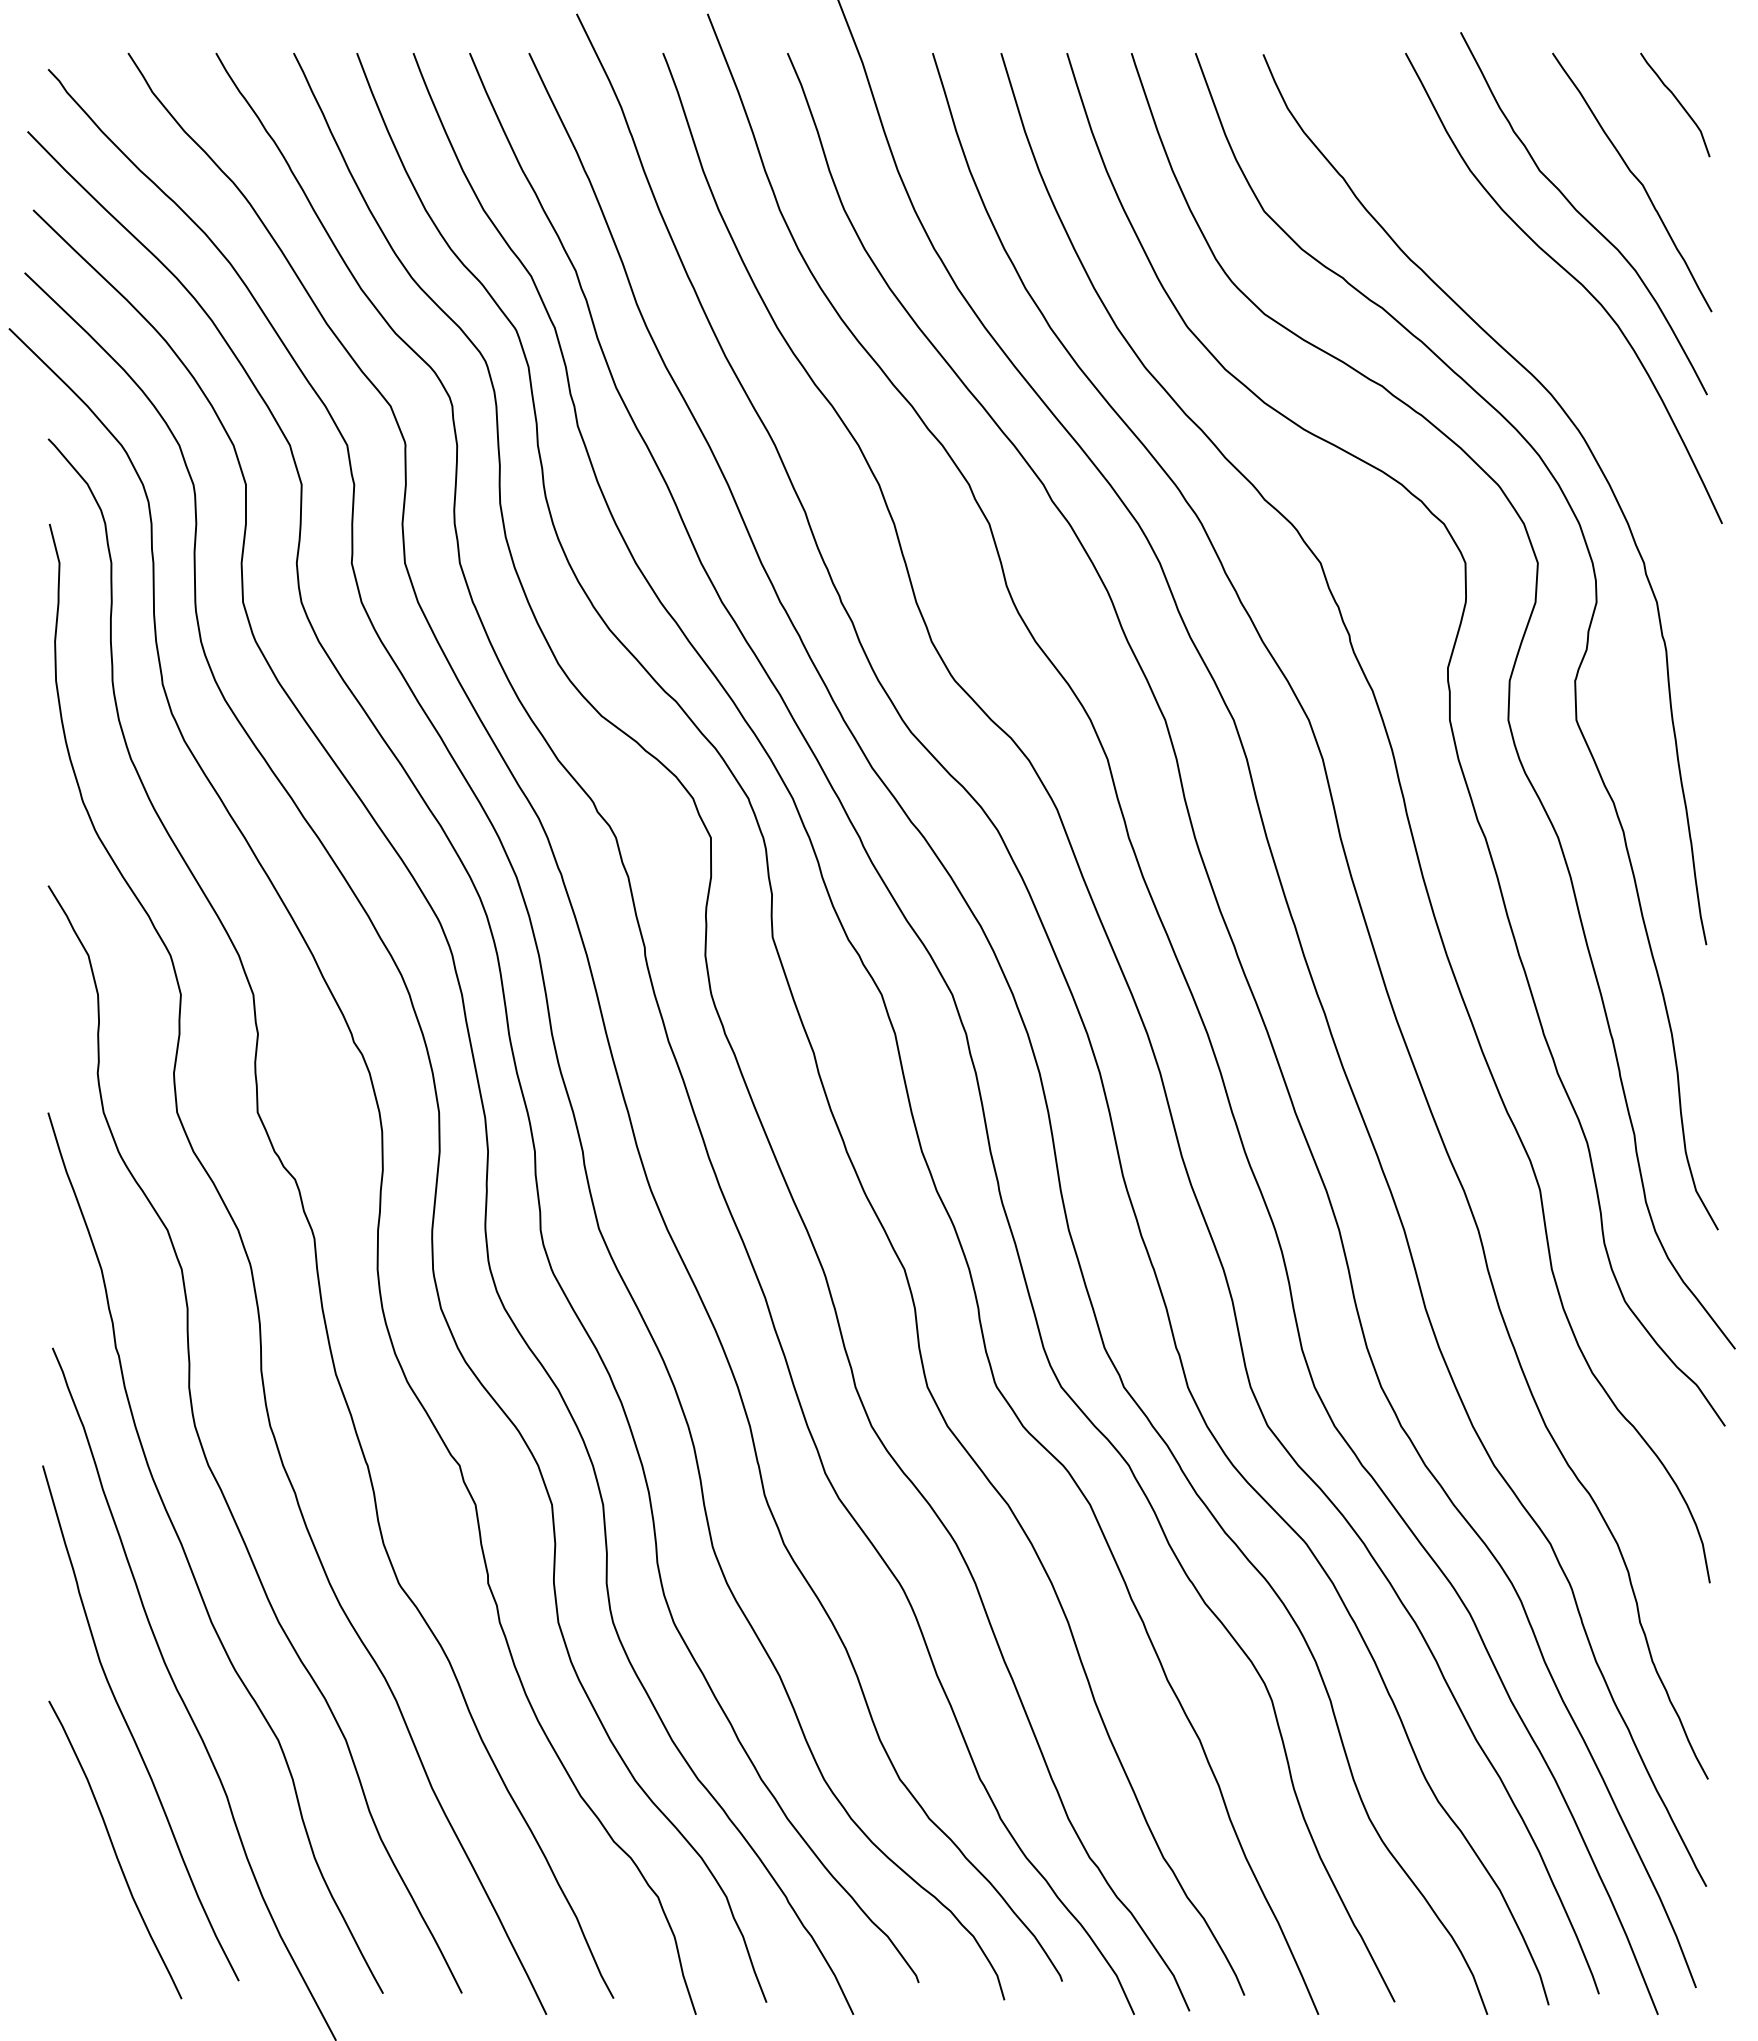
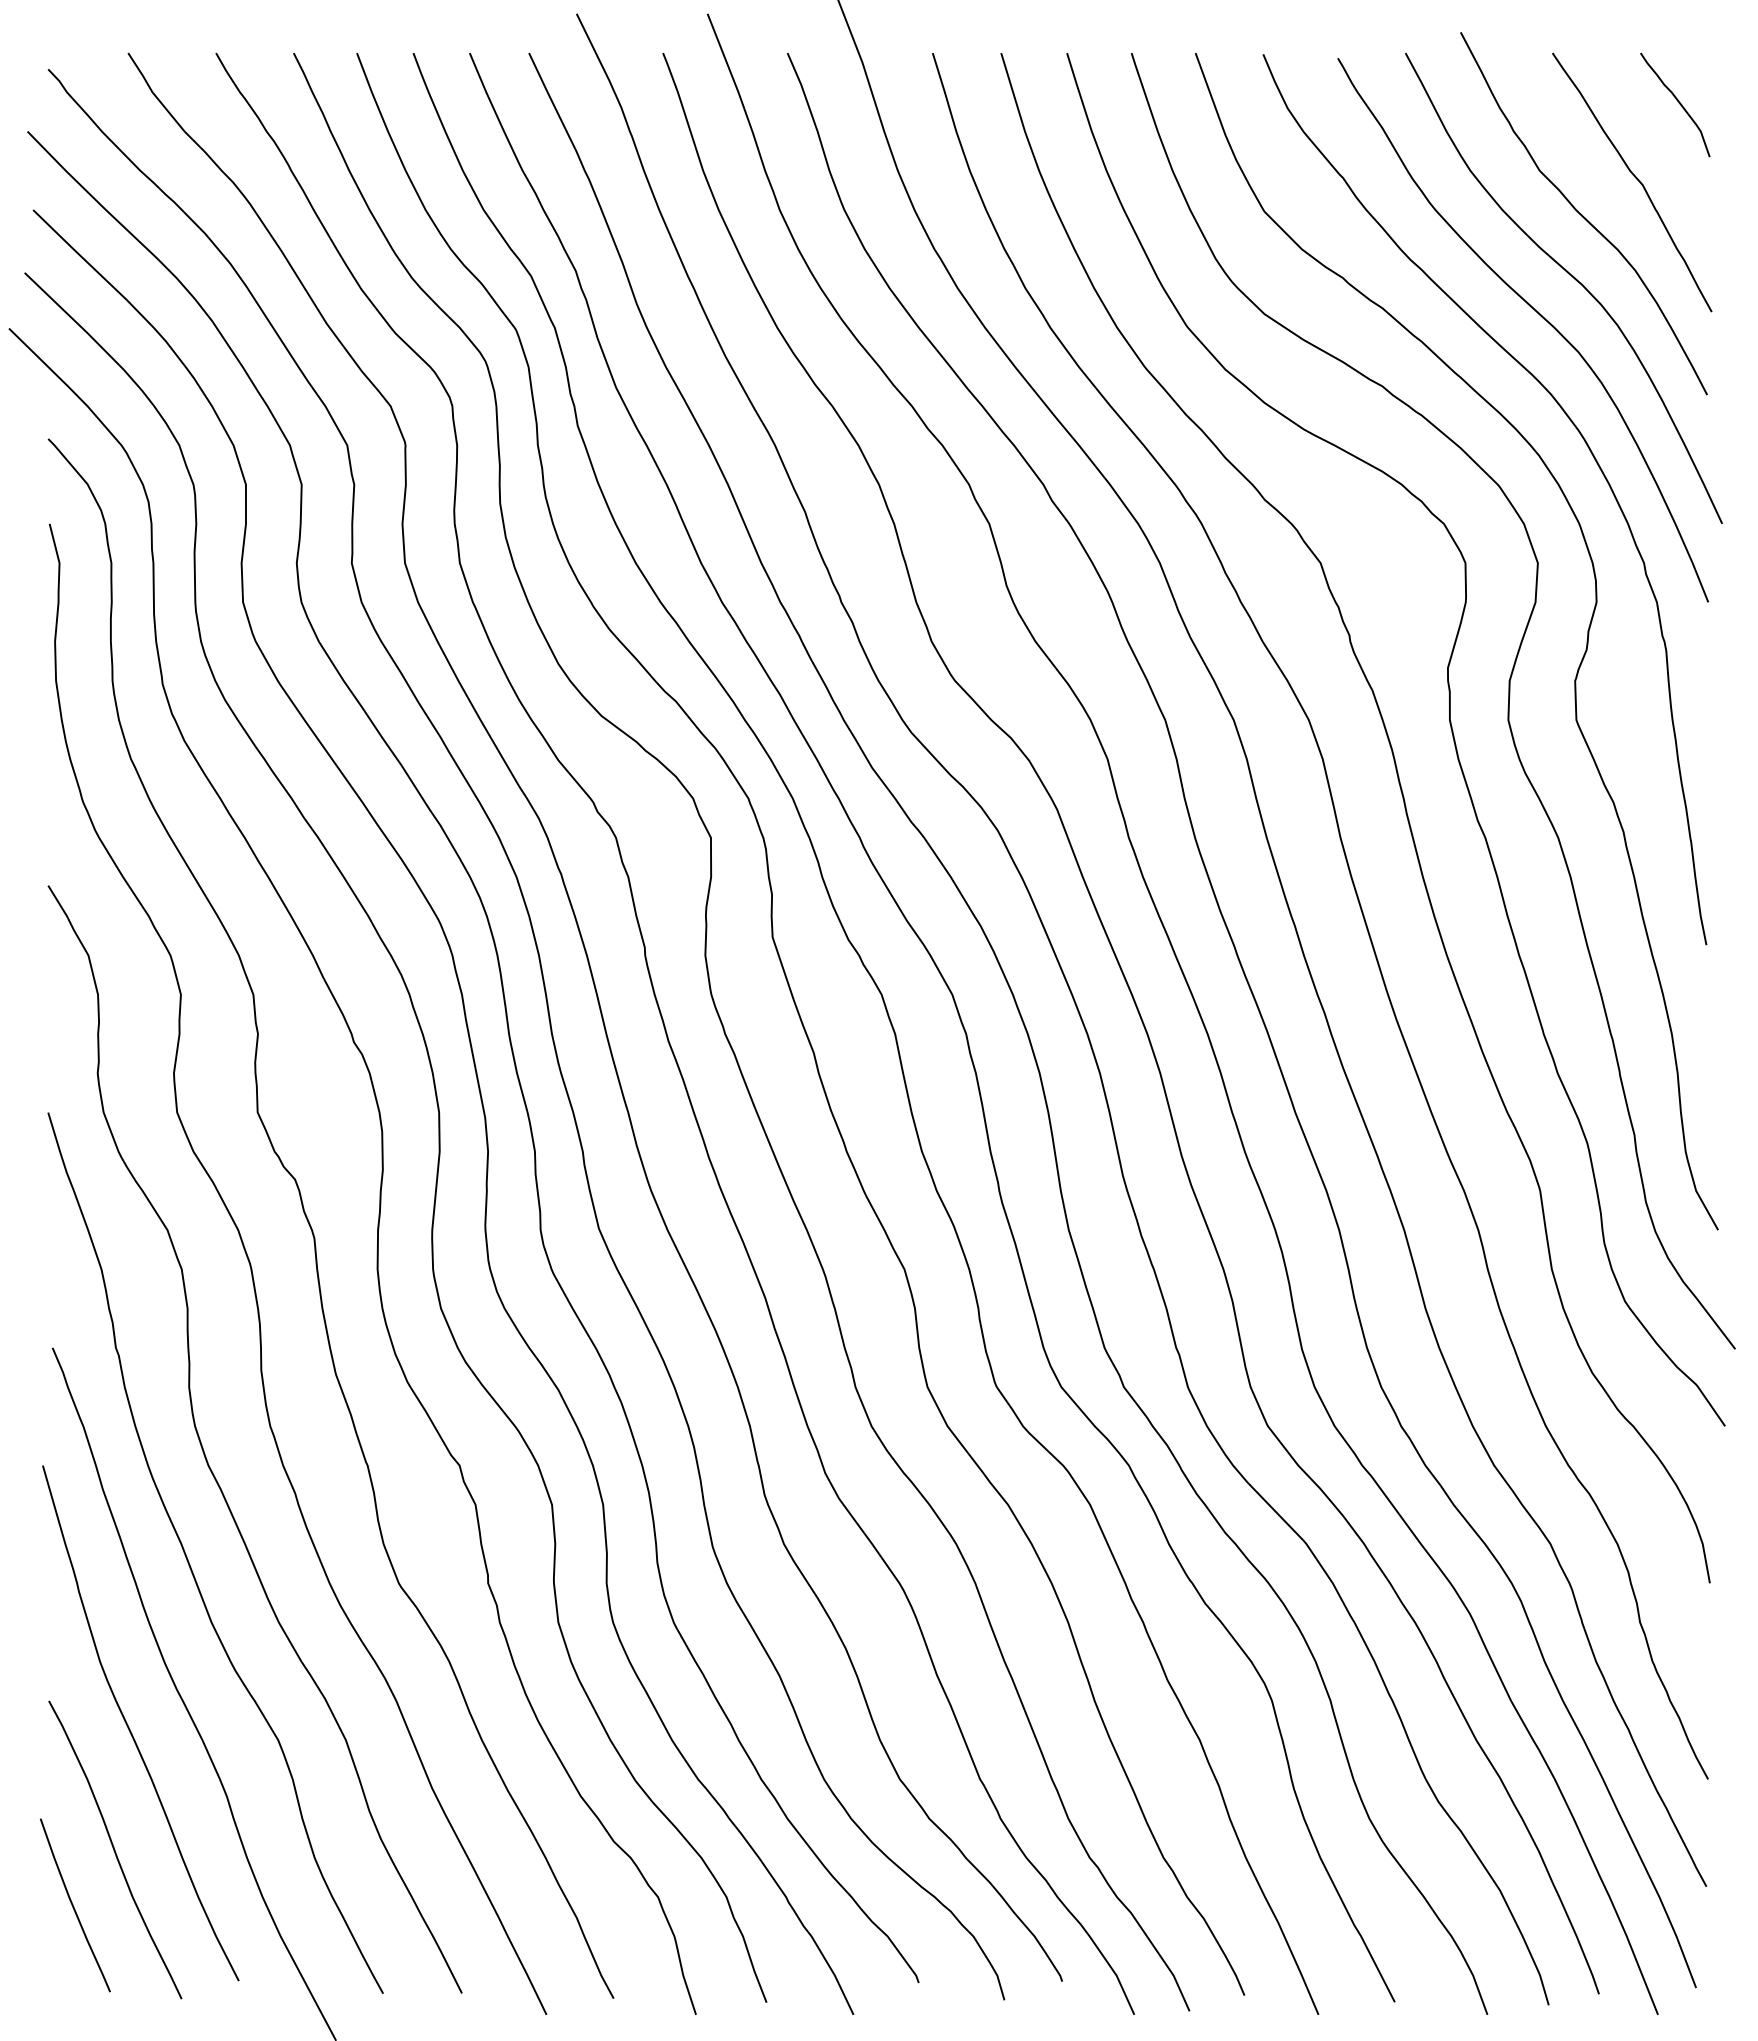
curve at (1538, 314): none -> present
curve at (73, 1905): none -> present
